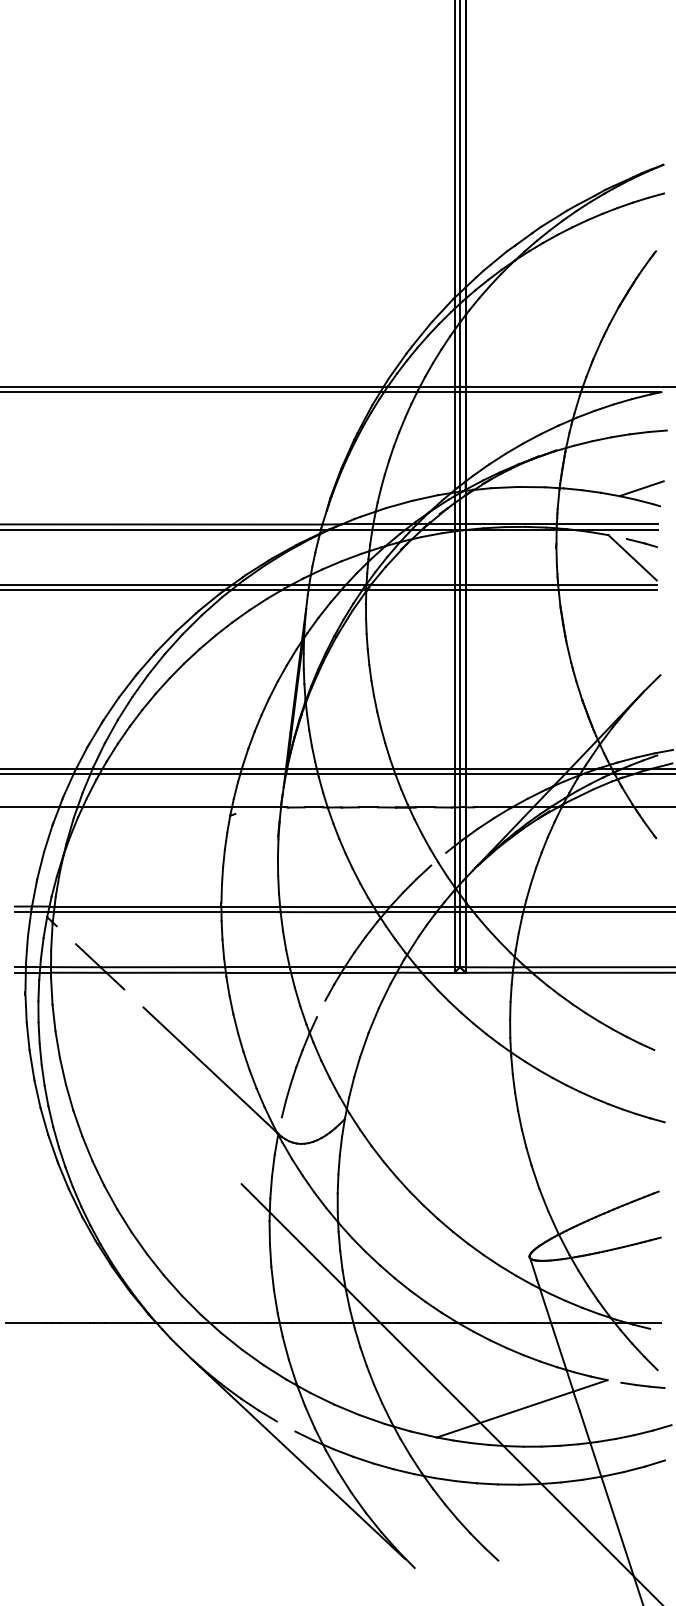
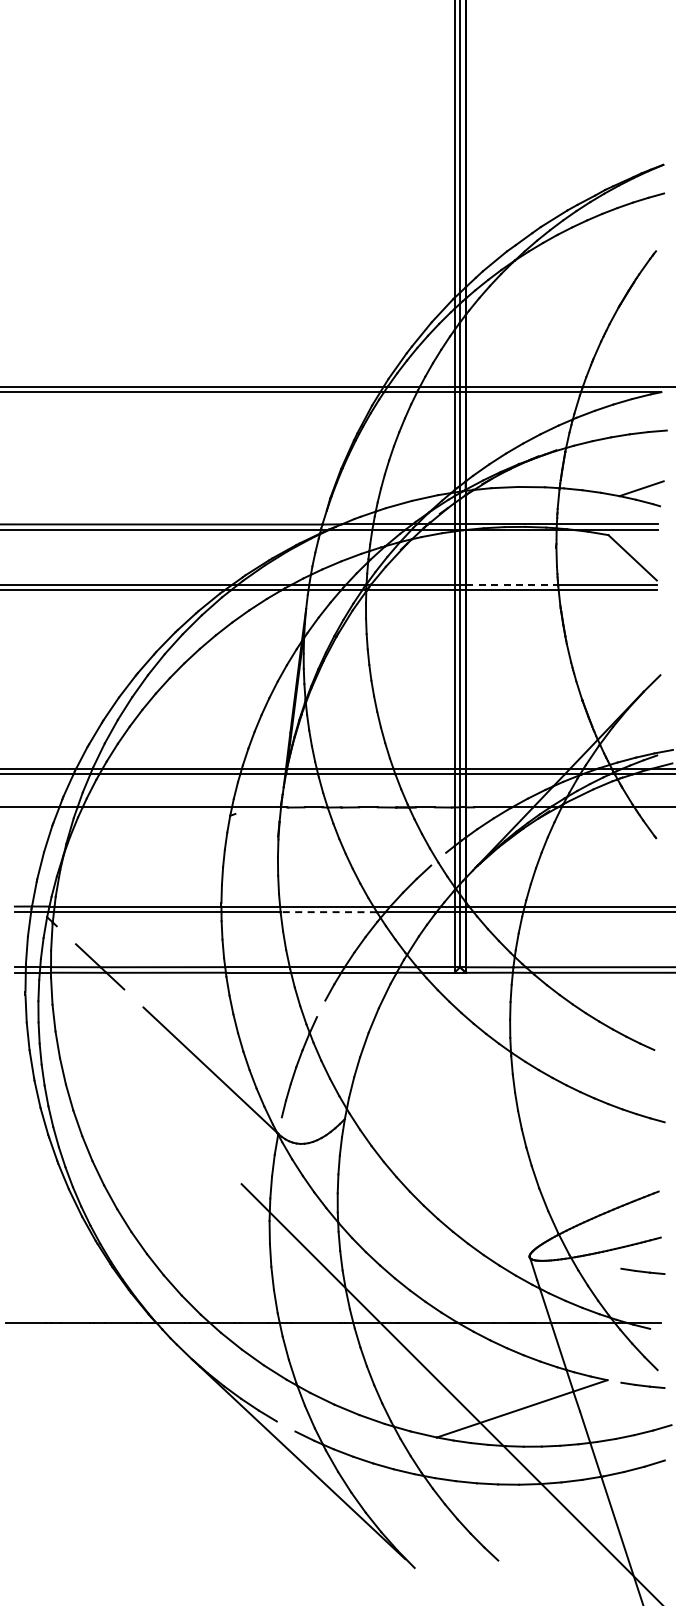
line at (641, 542): present -> none
line at (512, 584): solid -> dashed
line at (328, 912): solid -> dashed
line at (642, 1270): none -> present
